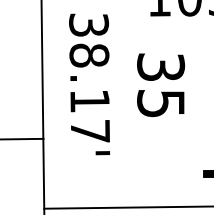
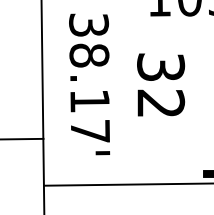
text at (161, 103): 35 -> 32
line at (127, 207) position: (127, 207) -> (127, 184)
